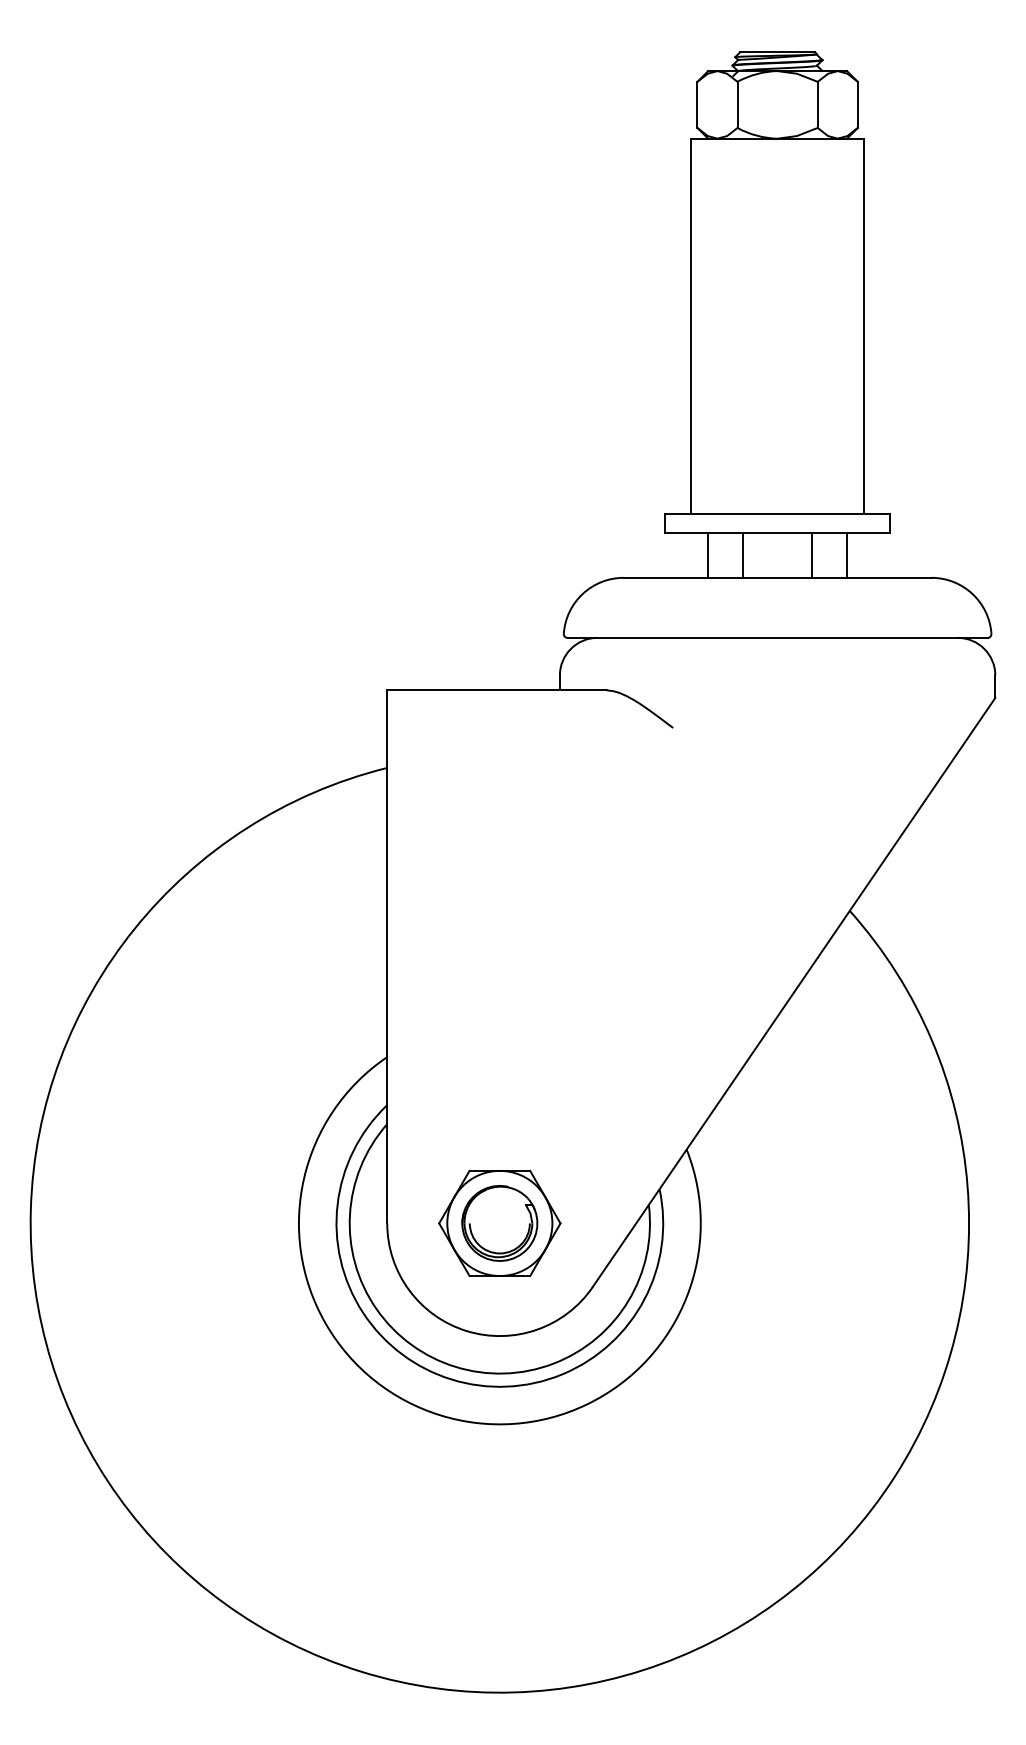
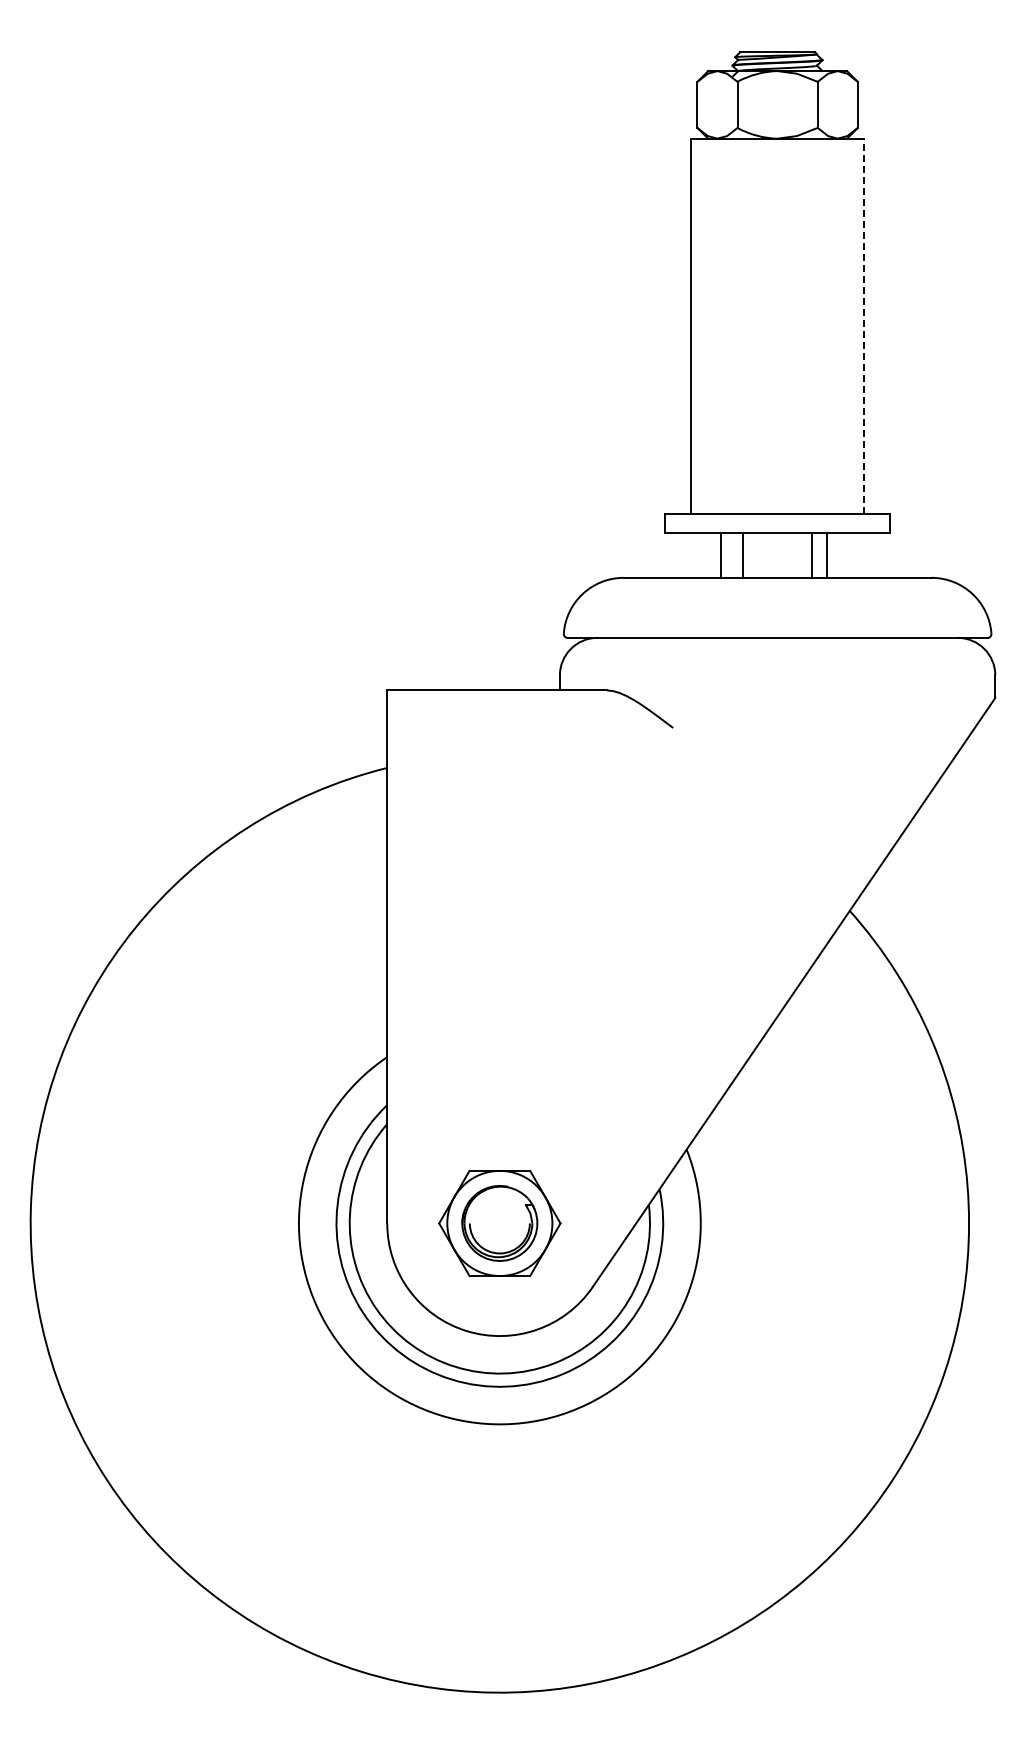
line at (863, 326): solid -> dashed
line at (708, 554) position: (708, 554) -> (721, 554)
line at (846, 554) position: (846, 554) -> (826, 554)
